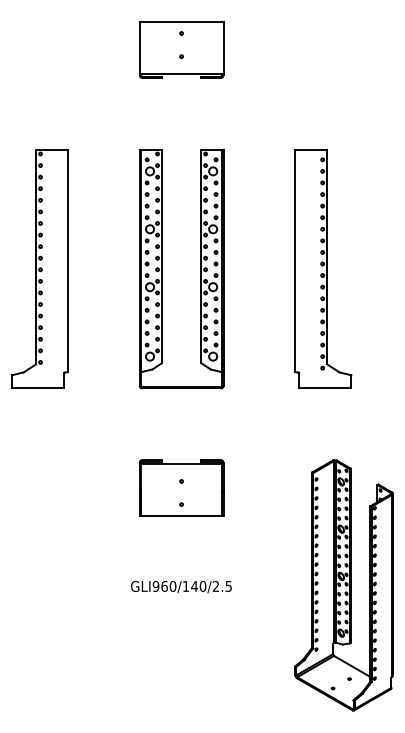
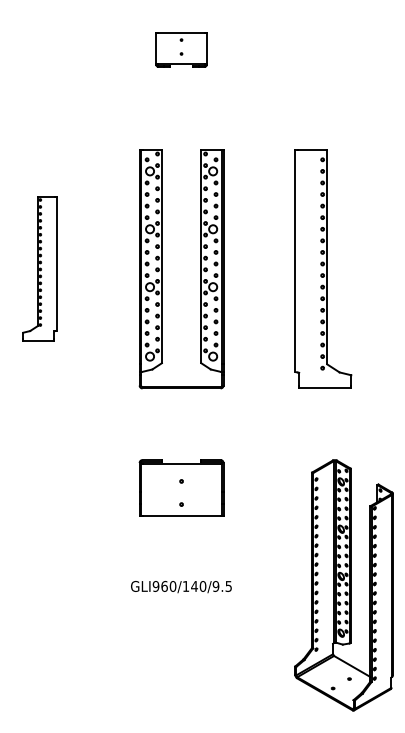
part at (181, 49) size: 87x58 px -> 53x36 px
part at (39, 268) size: 58x240 px -> 36x146 px
text at (215, 586): GLI960/140/2.5 -> GLI960/140/9.5
